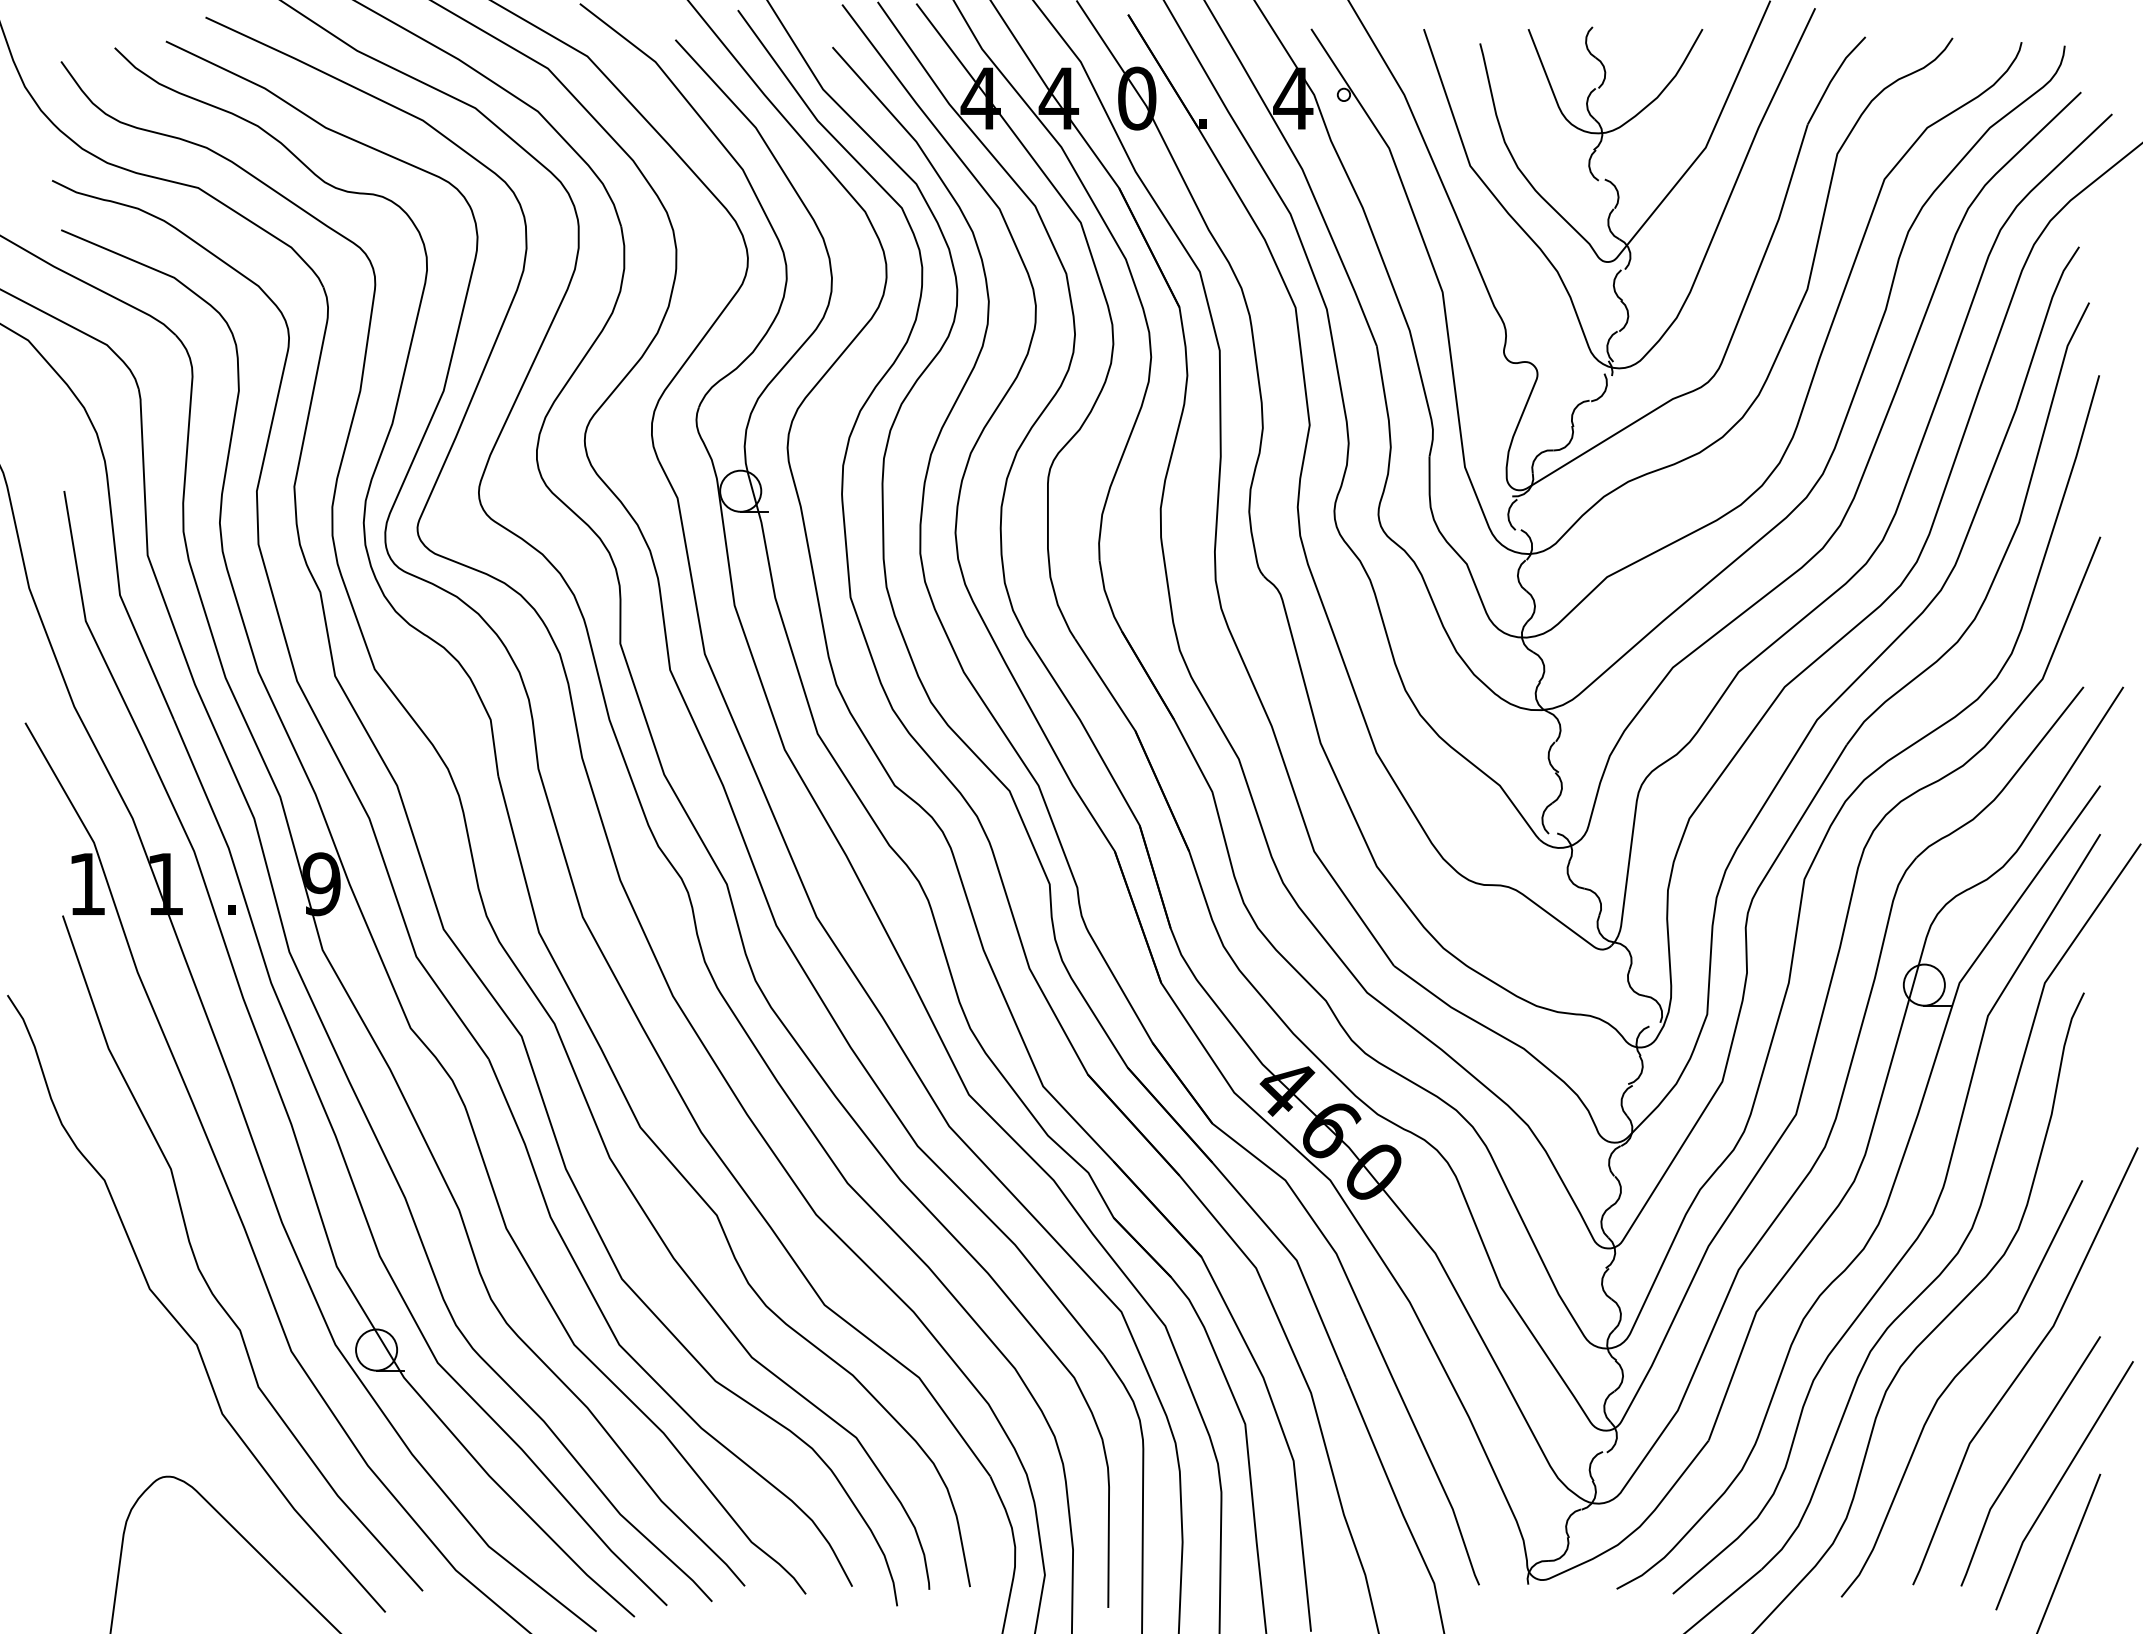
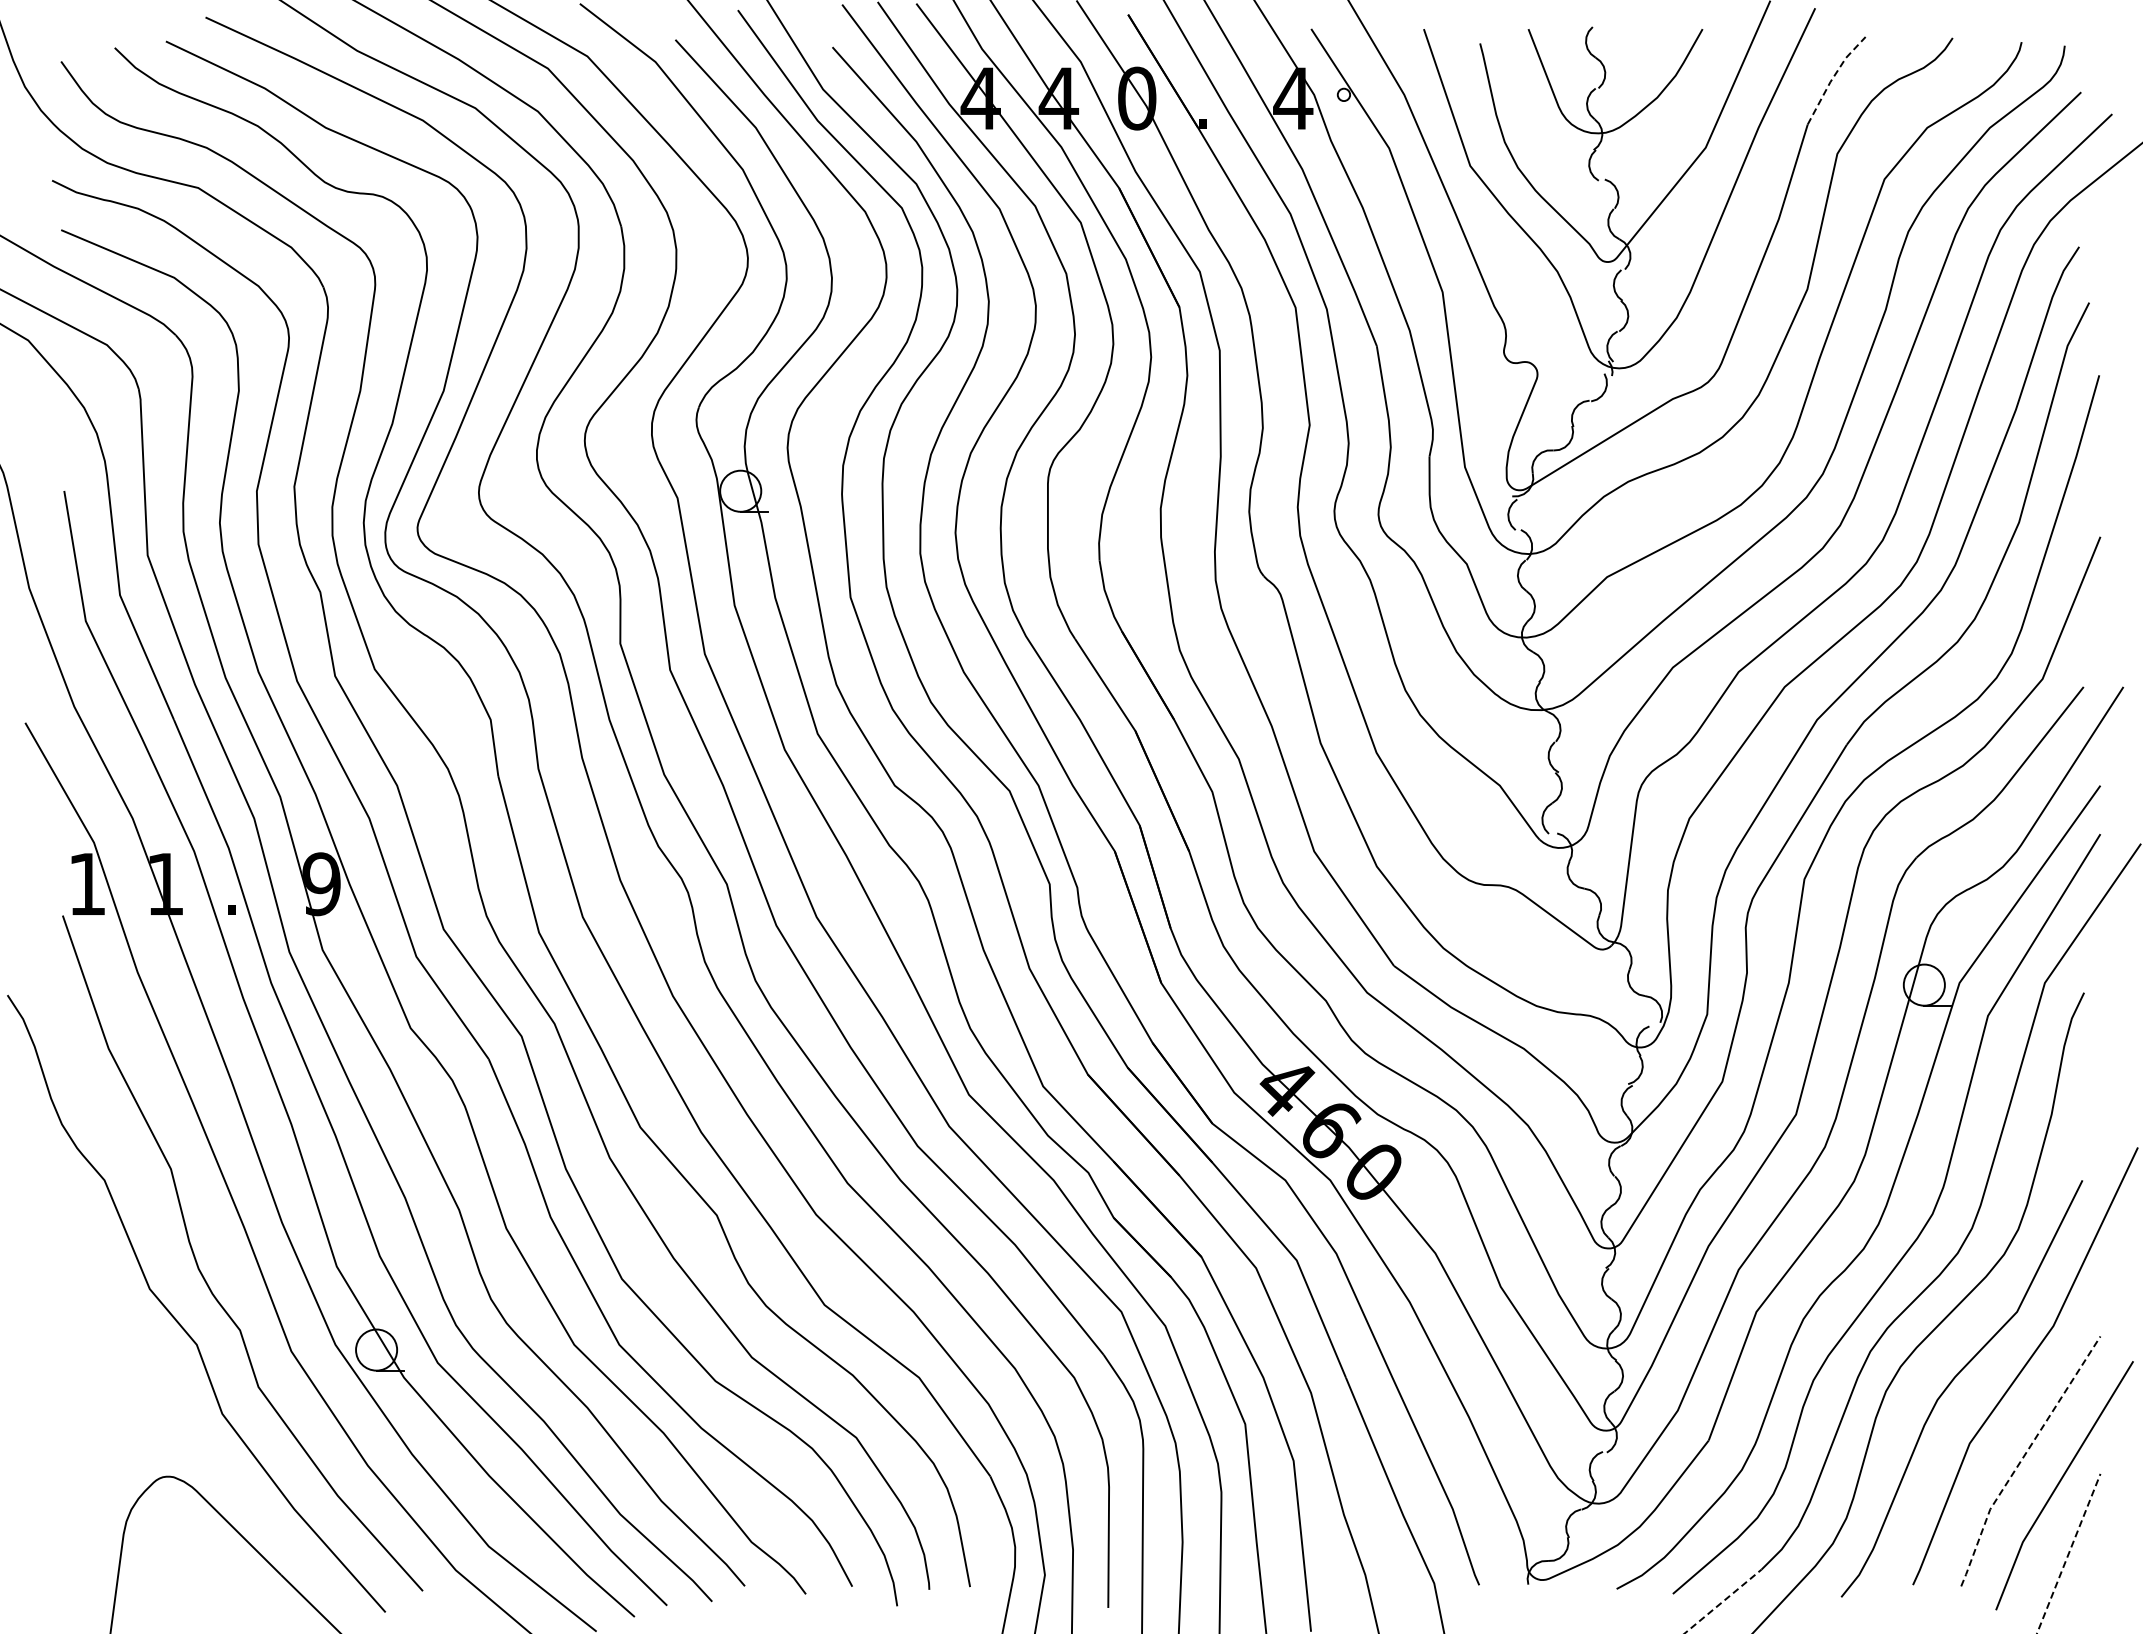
line at (1833, 77): solid -> dashed
line at (2022, 1458): solid -> dashed
line at (2068, 1553): solid -> dashed
line at (1723, 1601): solid -> dashed
